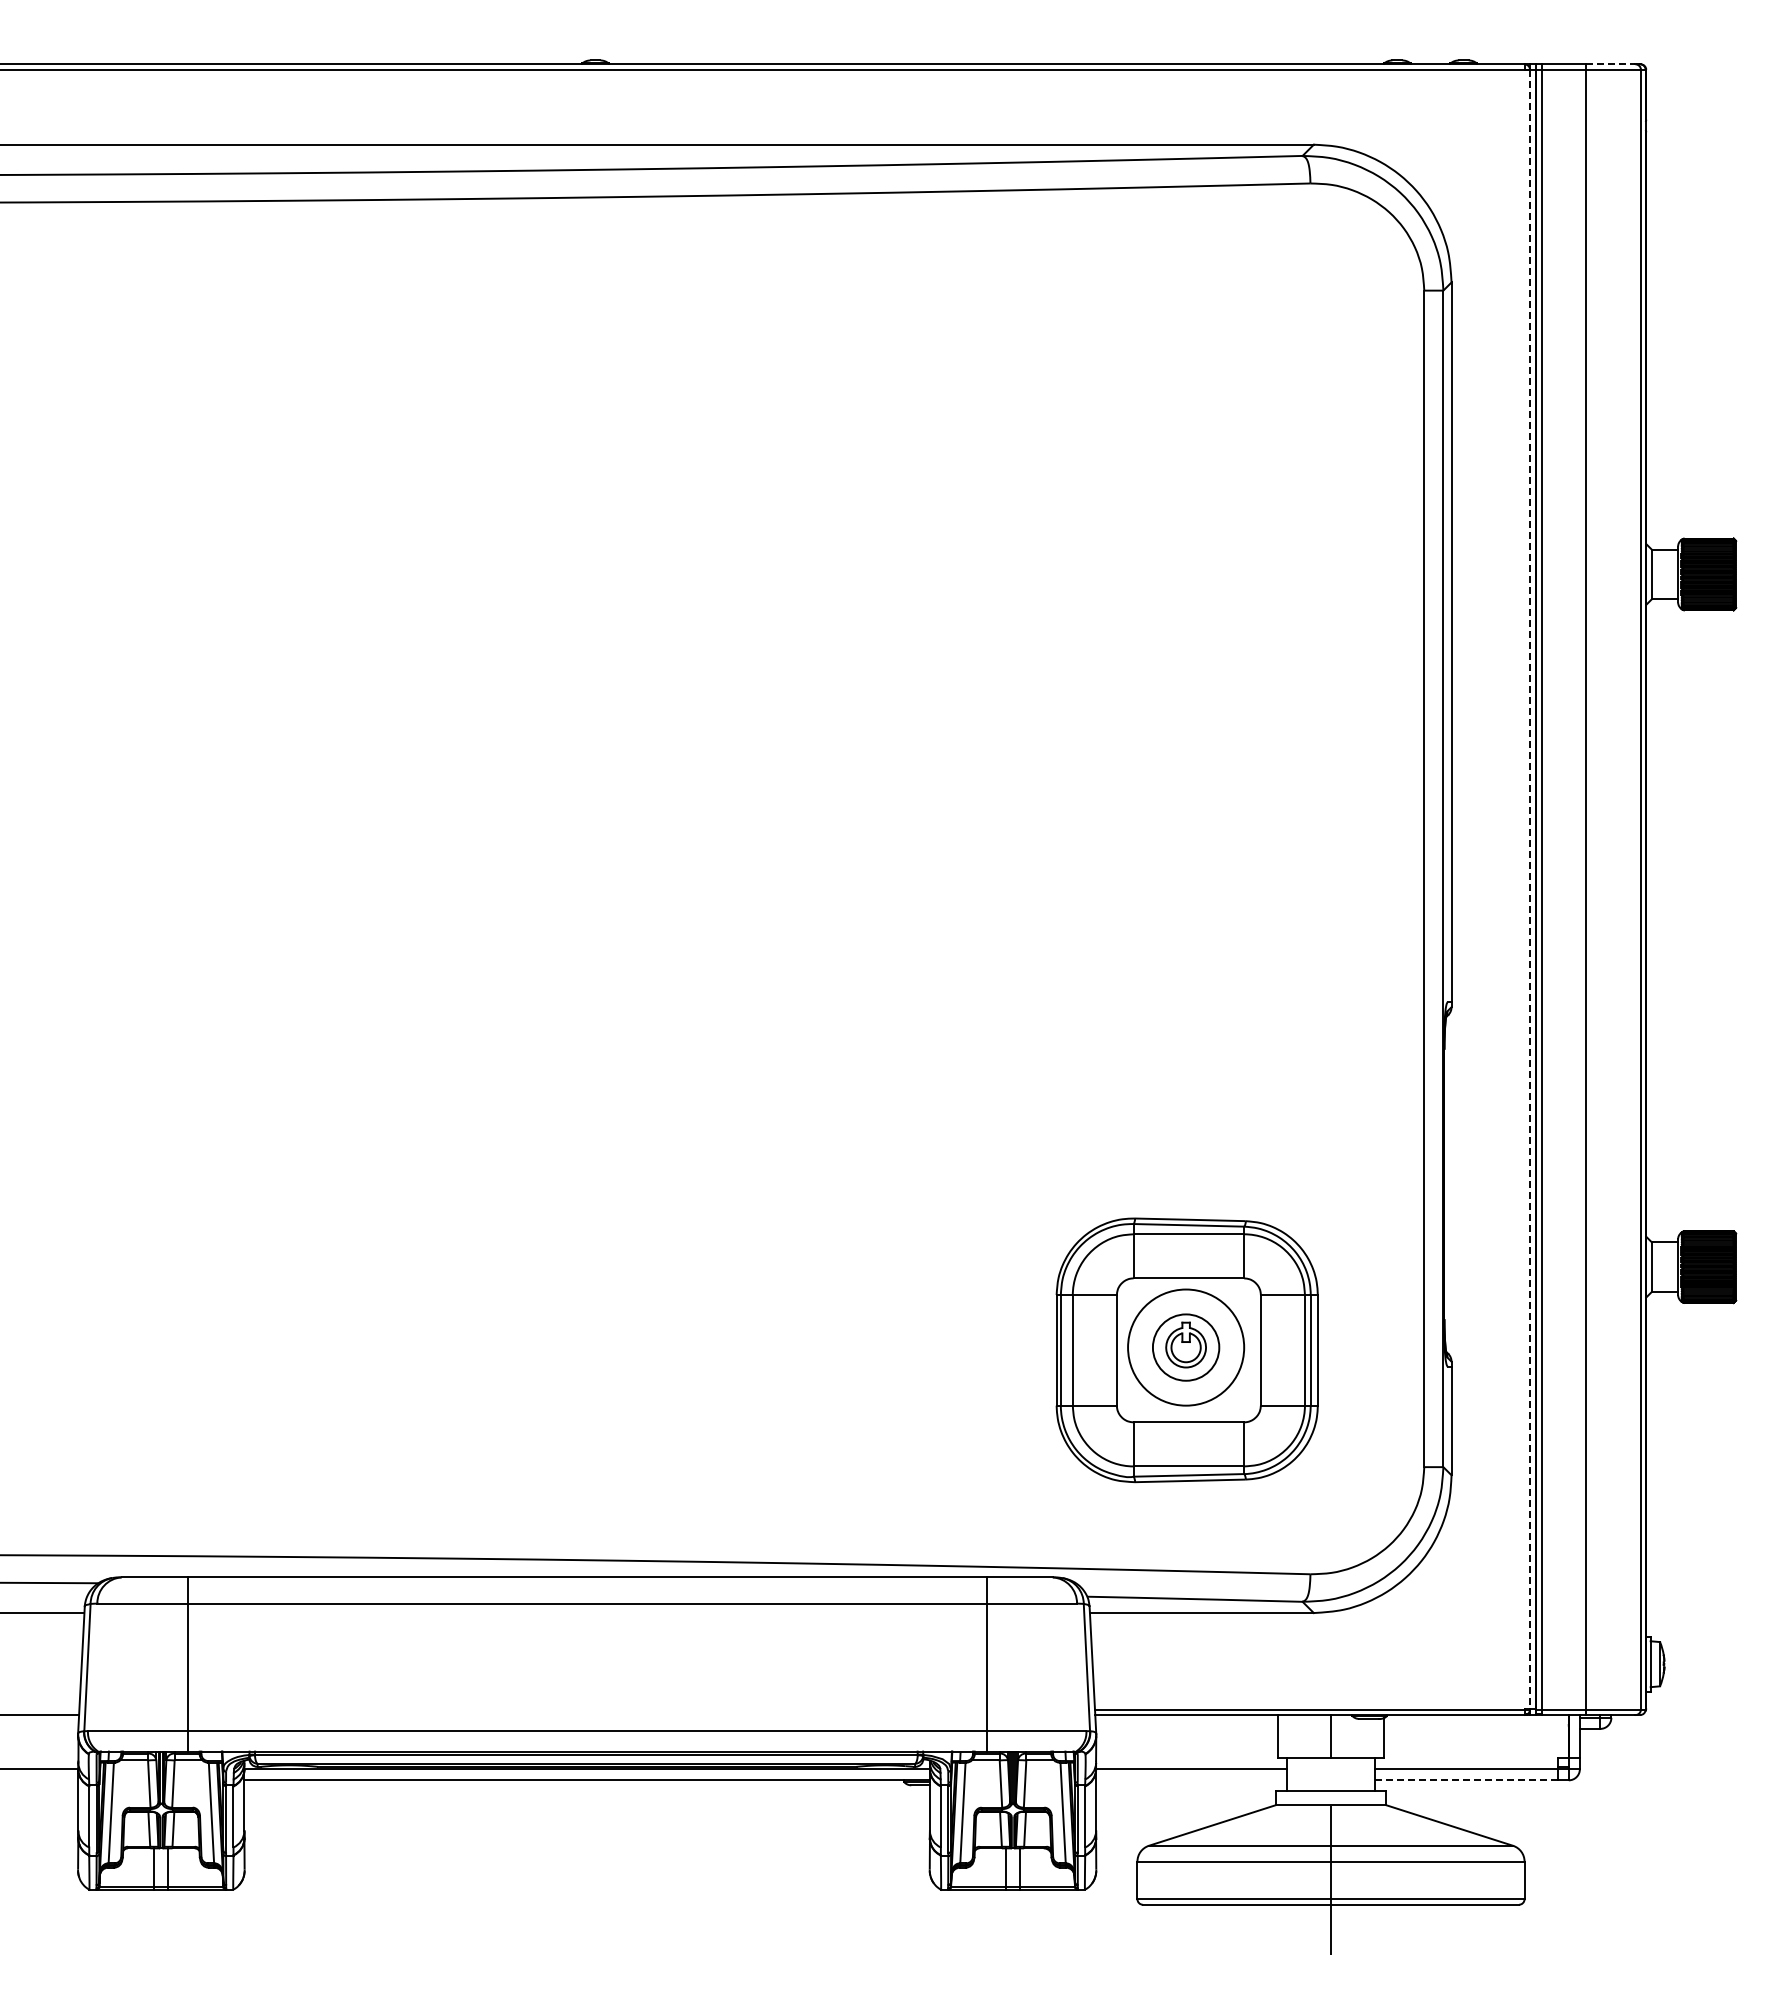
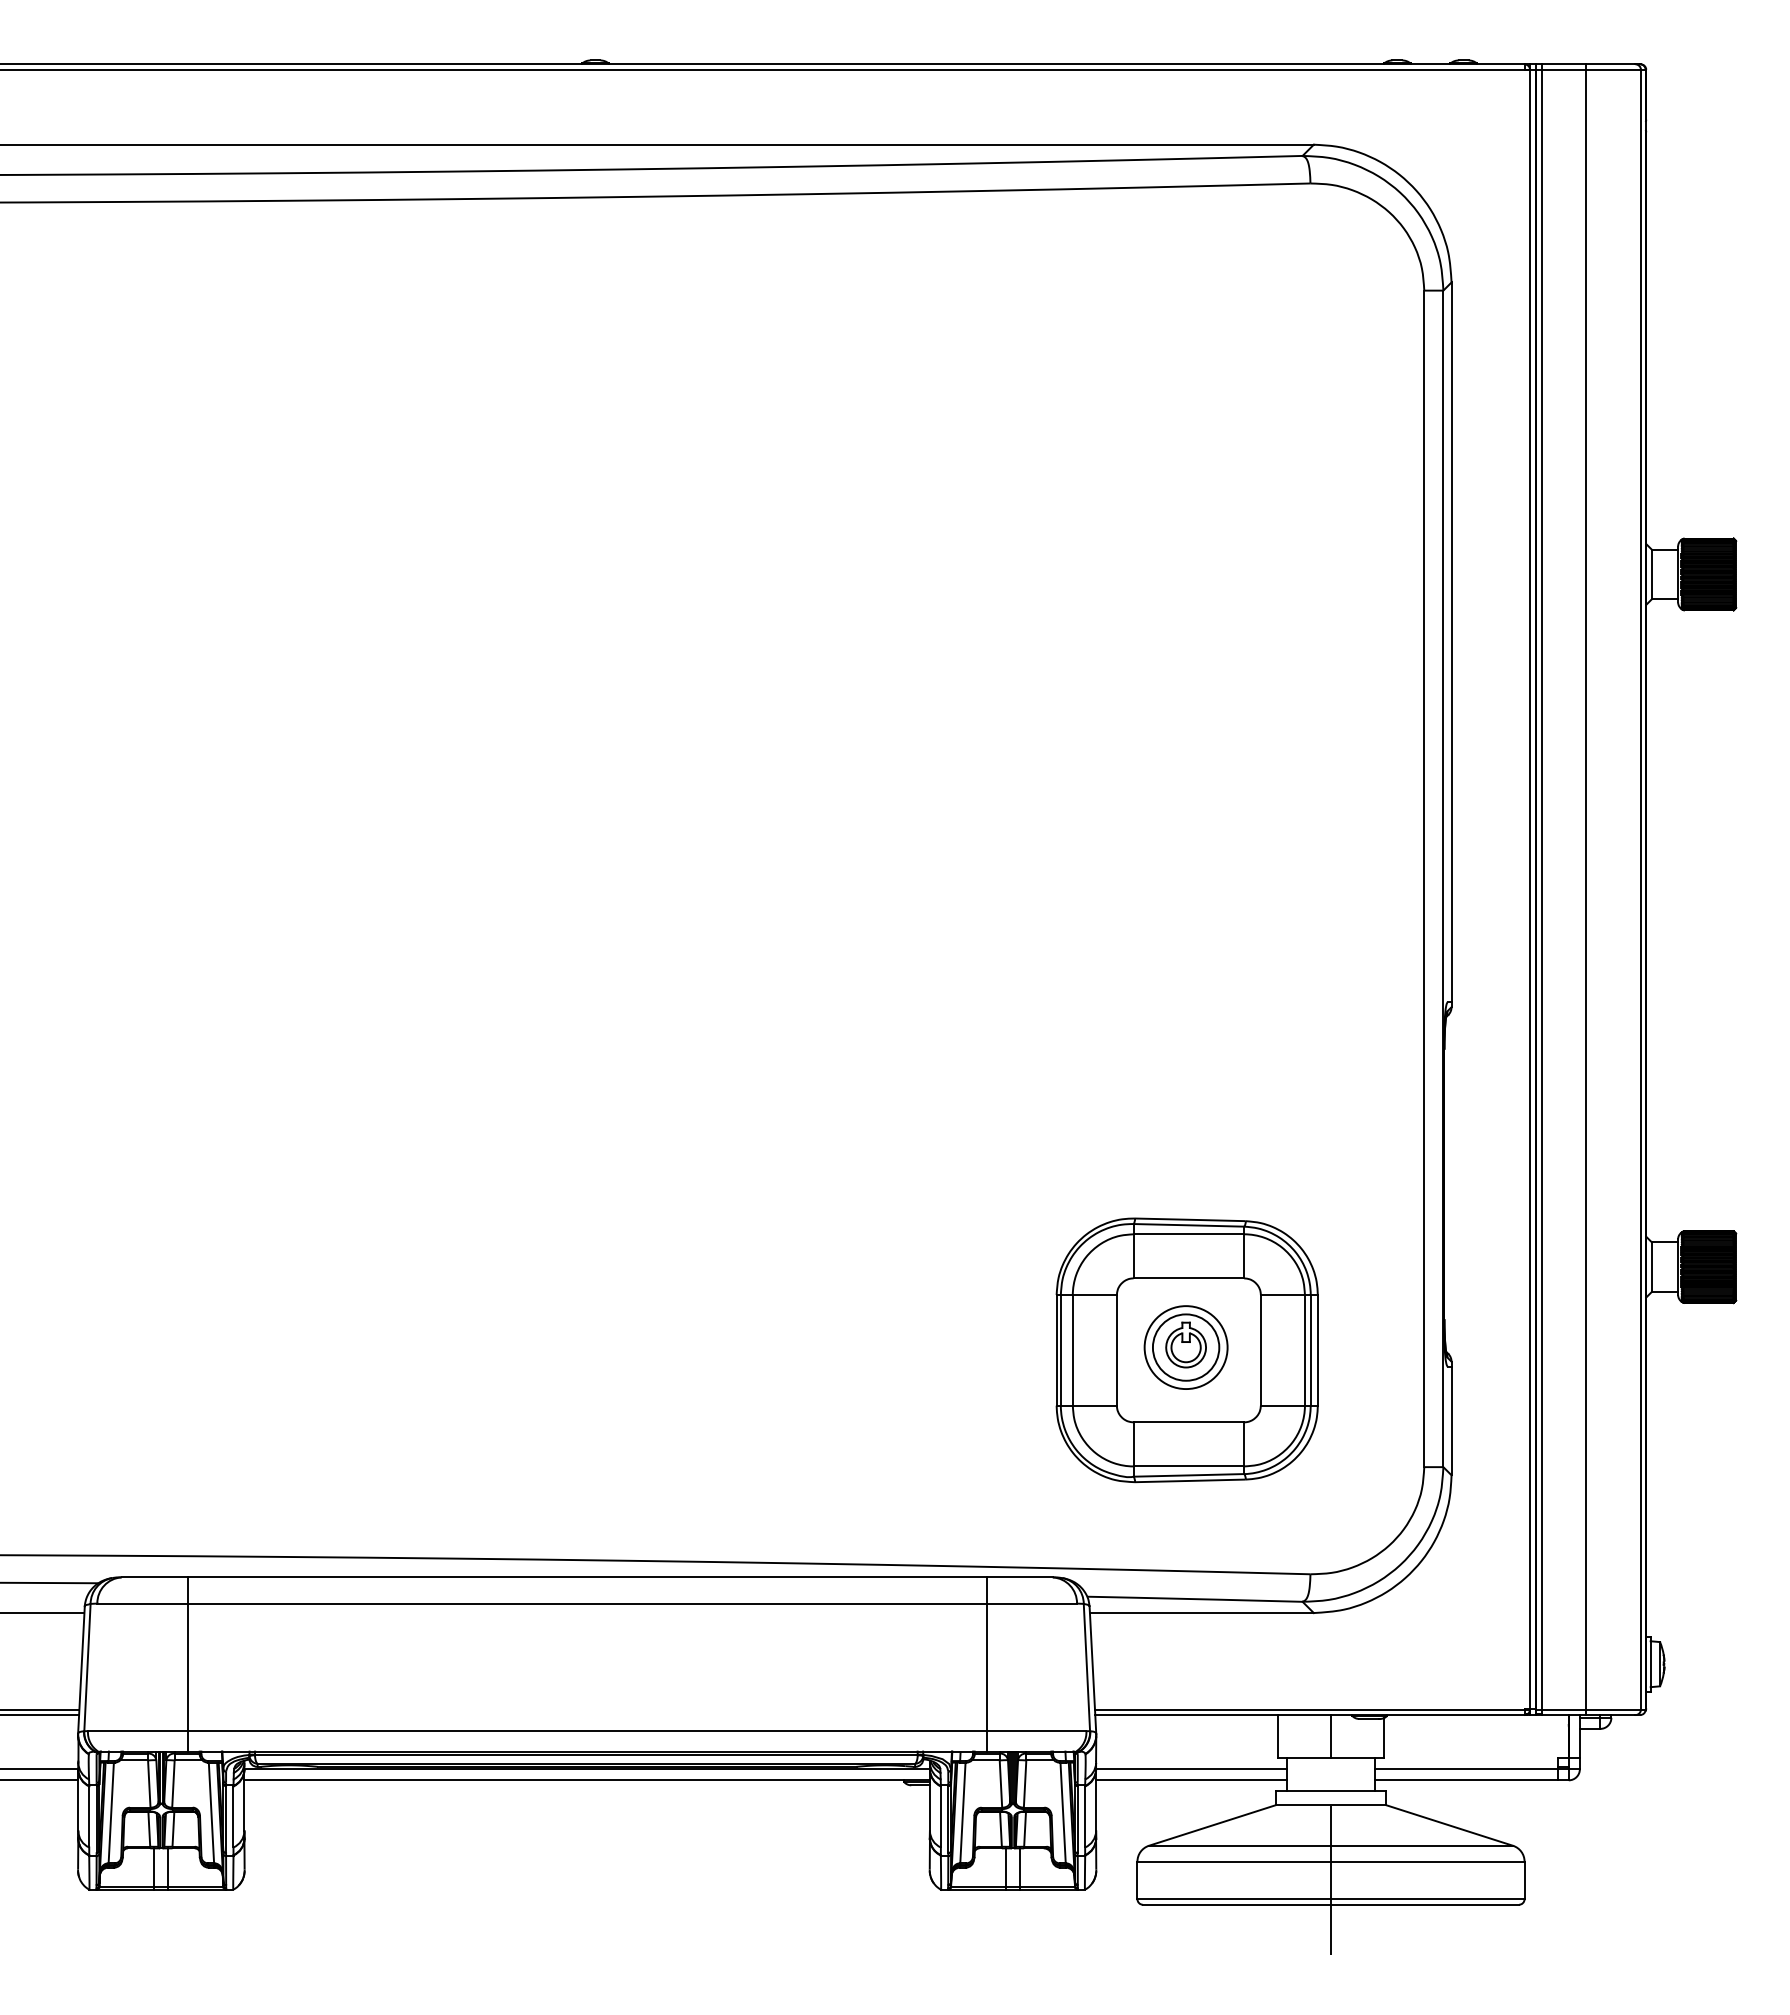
line at (1610, 64): dashed -> solid
line at (1530, 890): dashed -> solid
circle at (1186, 1347) diameter: 116 px -> 83 px
line at (40, 1709): none -> present
line at (40, 1780): none -> present
line at (1191, 1780): none -> present
line at (1467, 1780): dashed -> solid
